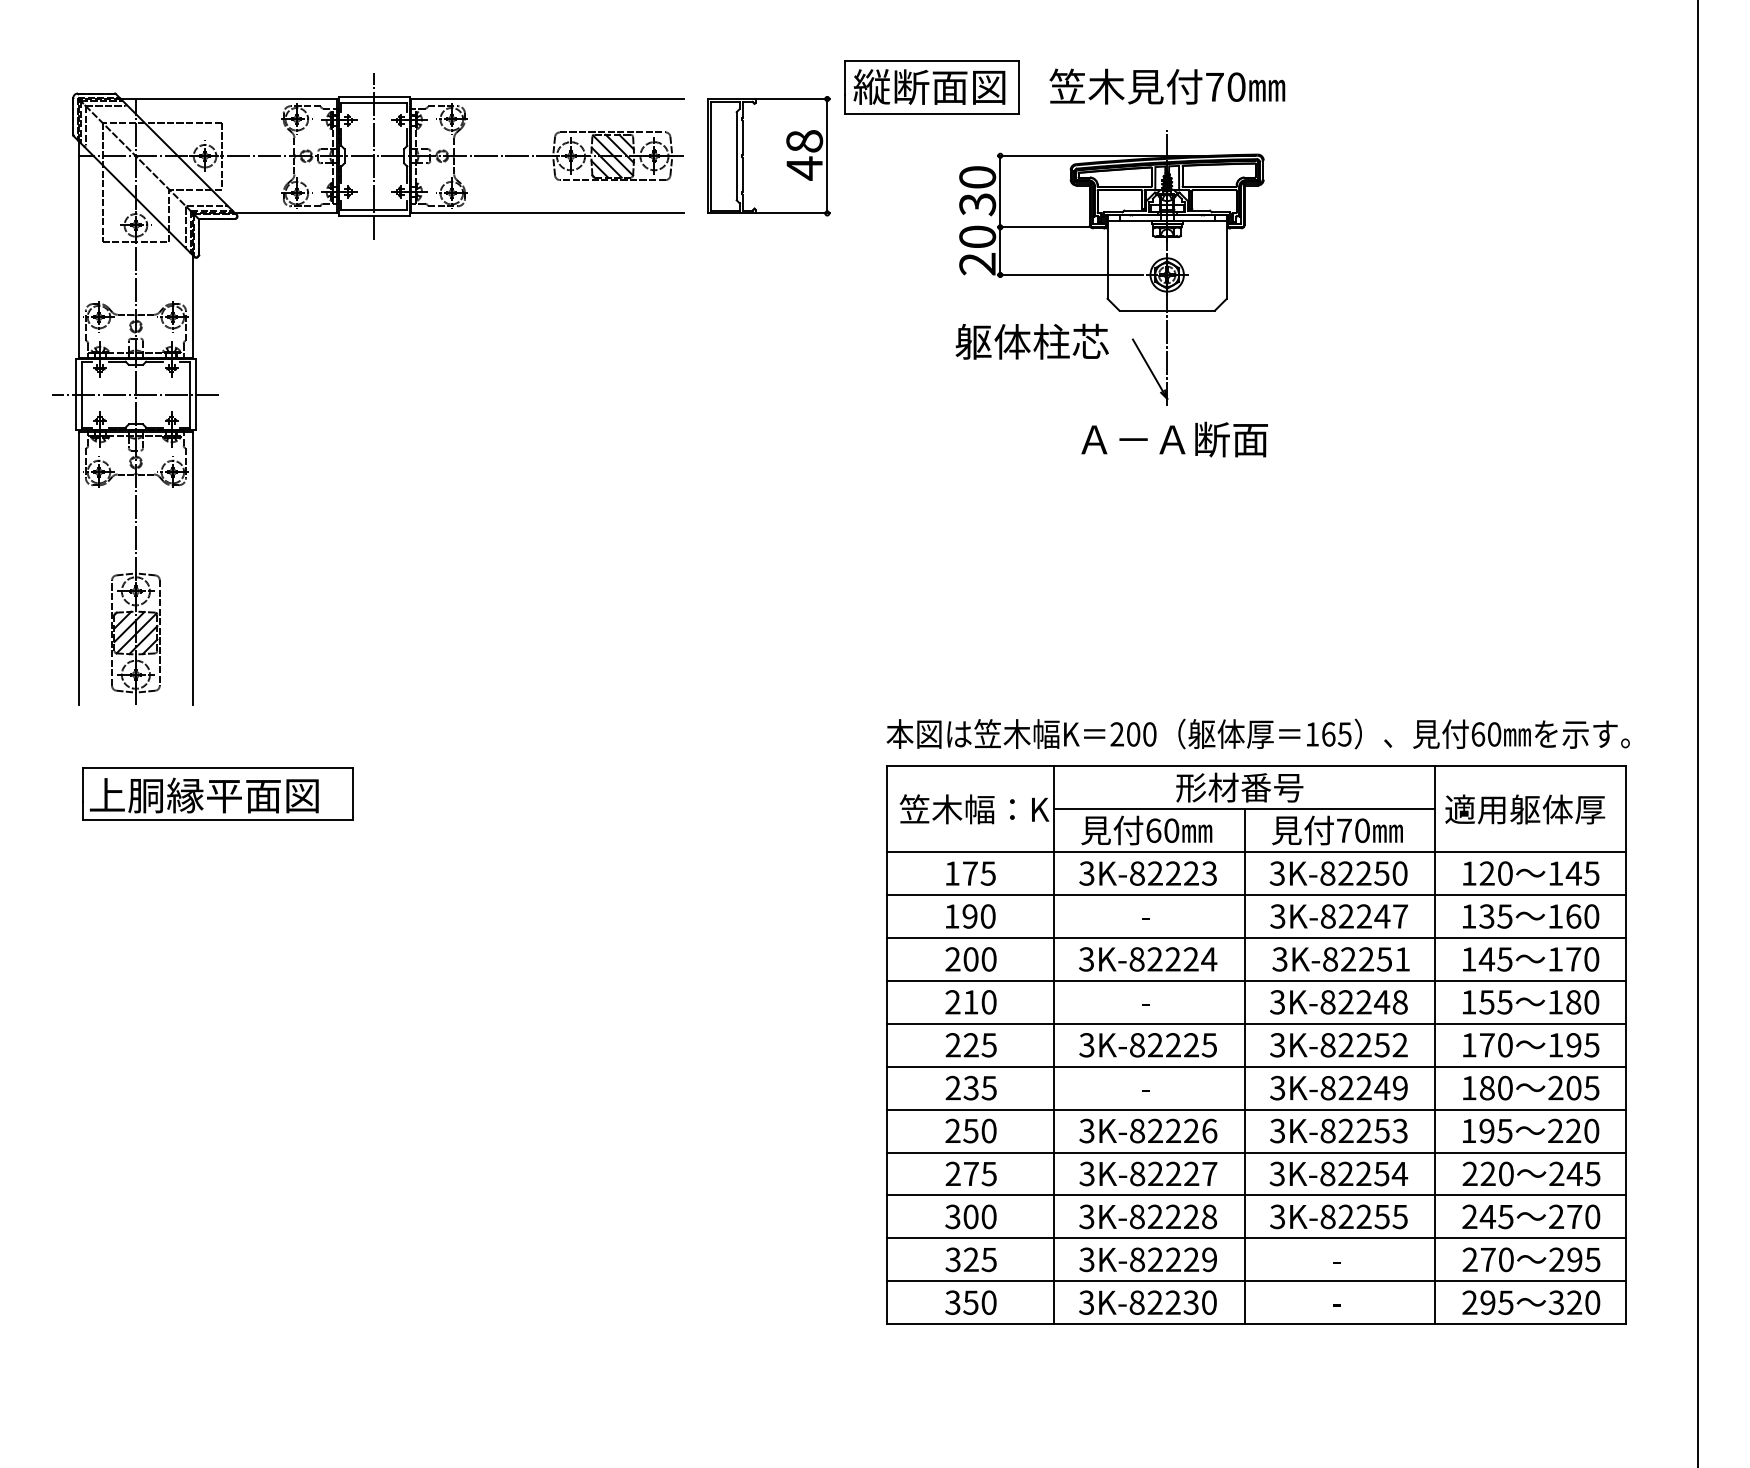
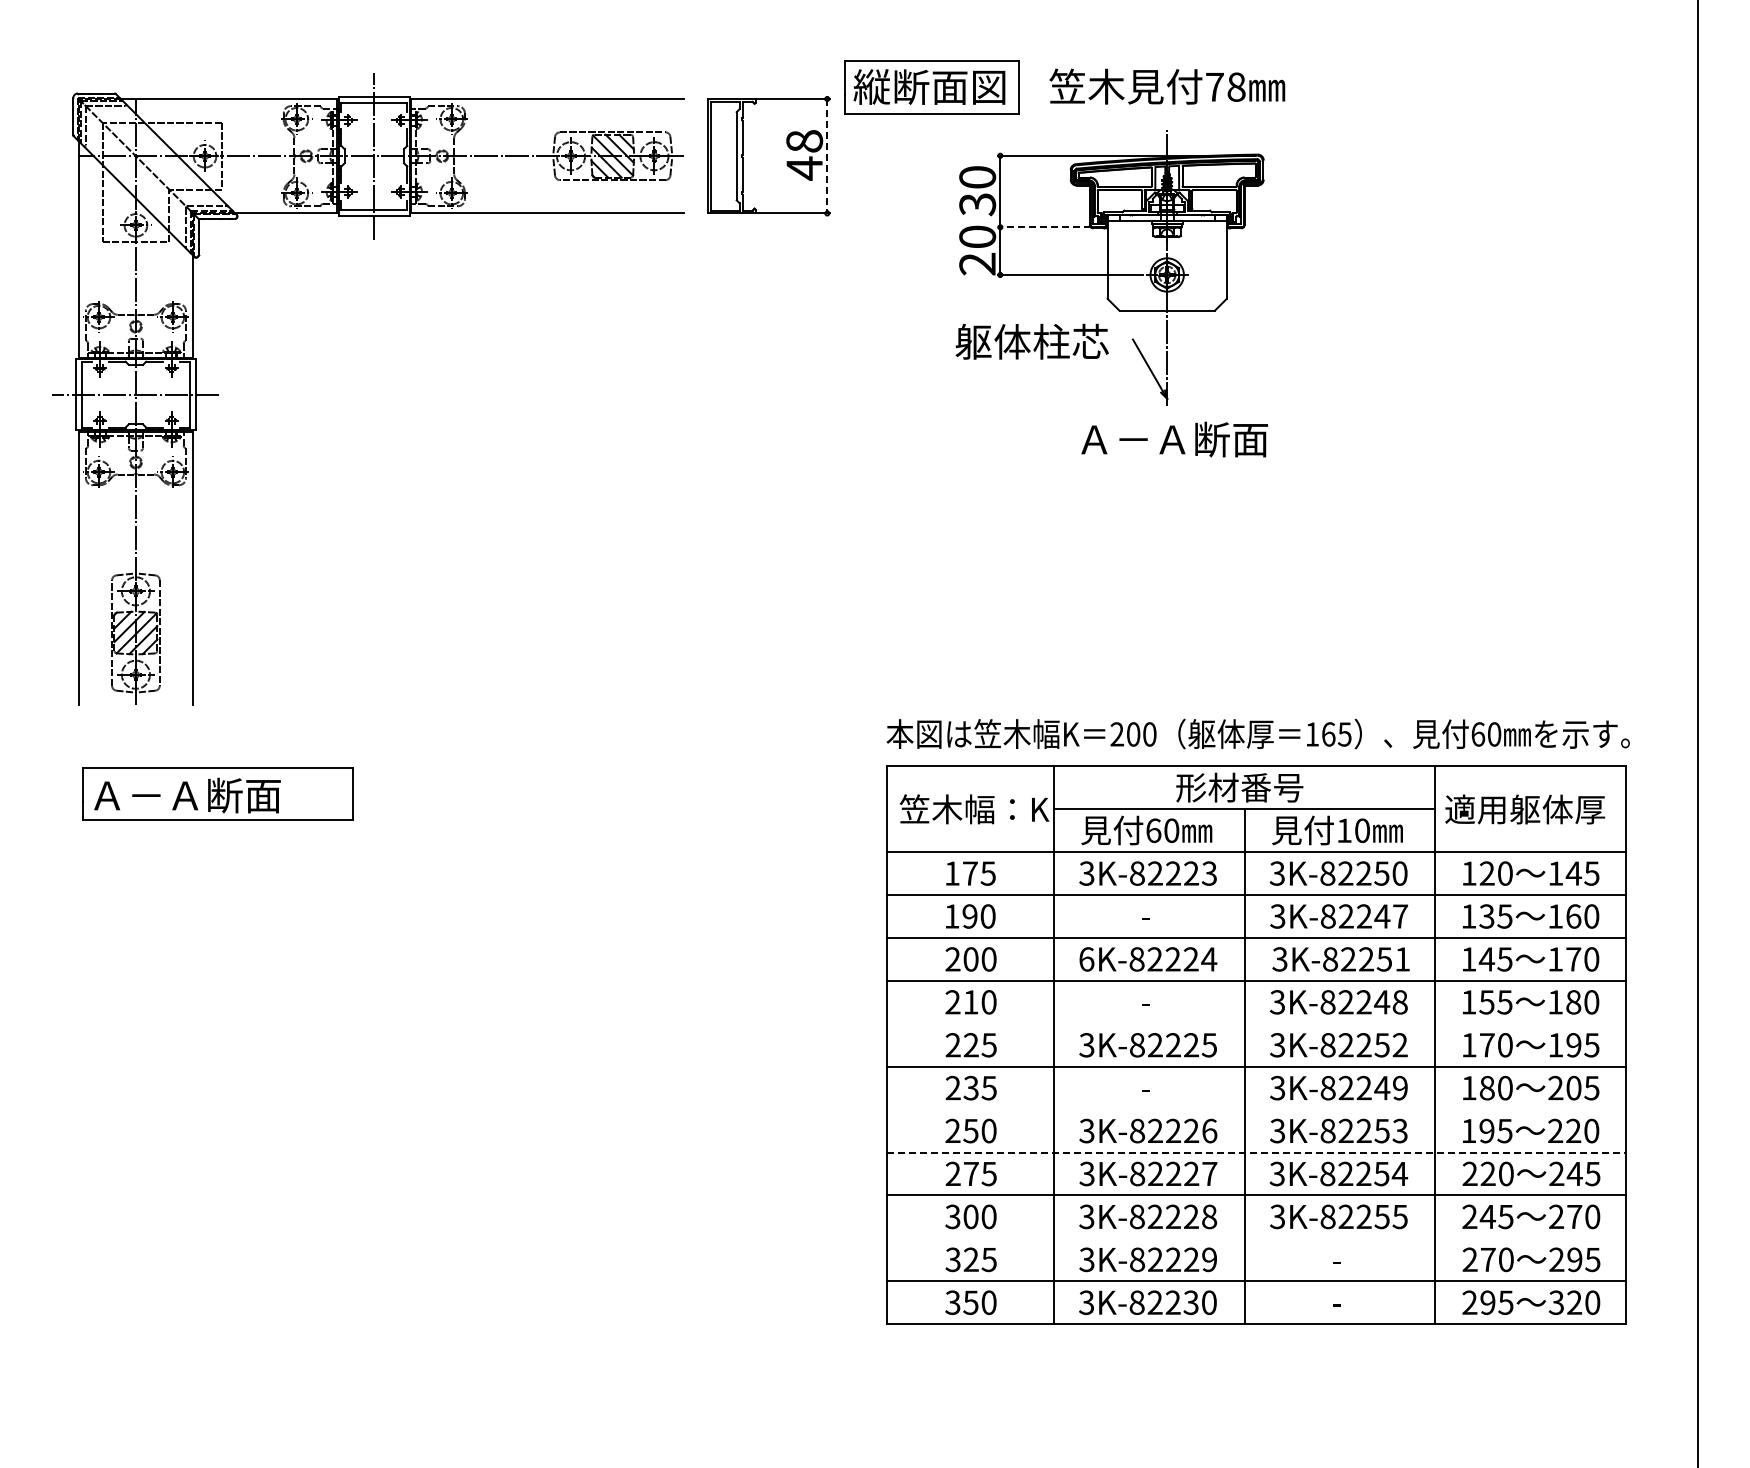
text at (1236, 86): 70 -> 78
line at (827, 156): solid -> dashed
line at (1043, 227): solid -> dashed
text at (203, 795): 上胴縁平面図 -> Ａ－Ａ断面
text at (1344, 830): 70 -> 10
text at (1086, 959): 3K-82224 -> 6K-82224
line at (1255, 1023): present -> none
line at (1255, 1109): present -> none
line at (1256, 1152): solid -> dashed
line at (1255, 1238): present -> none
